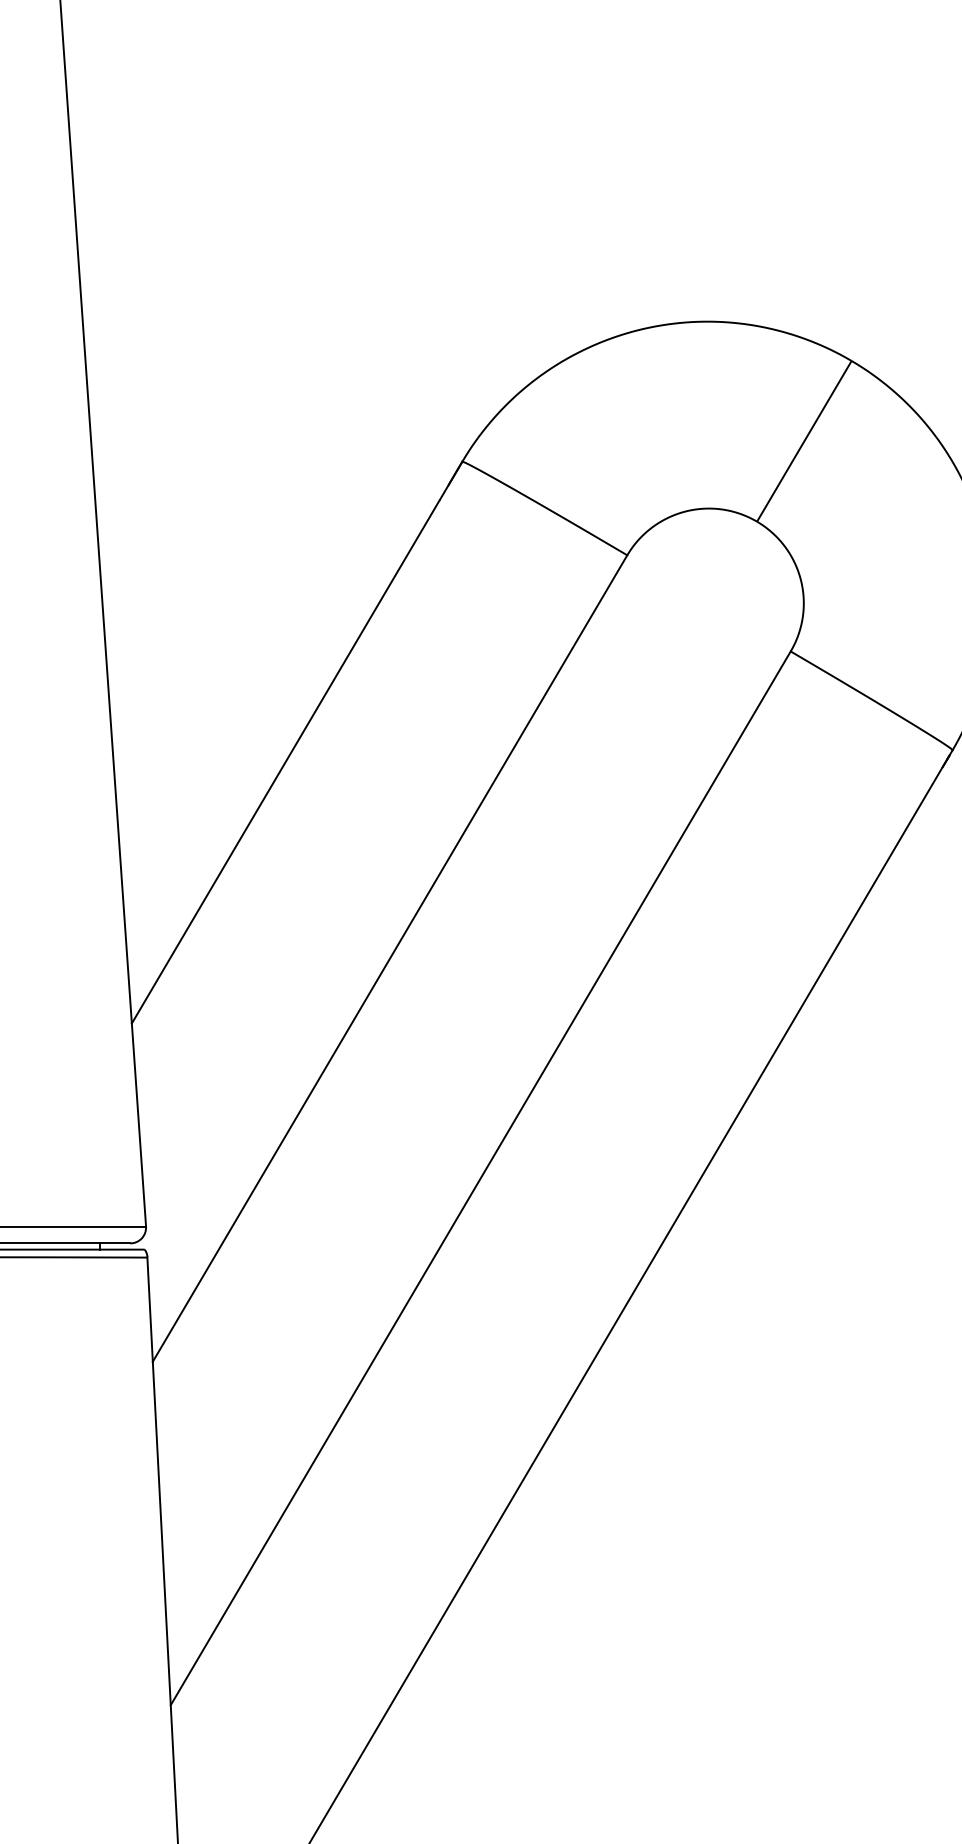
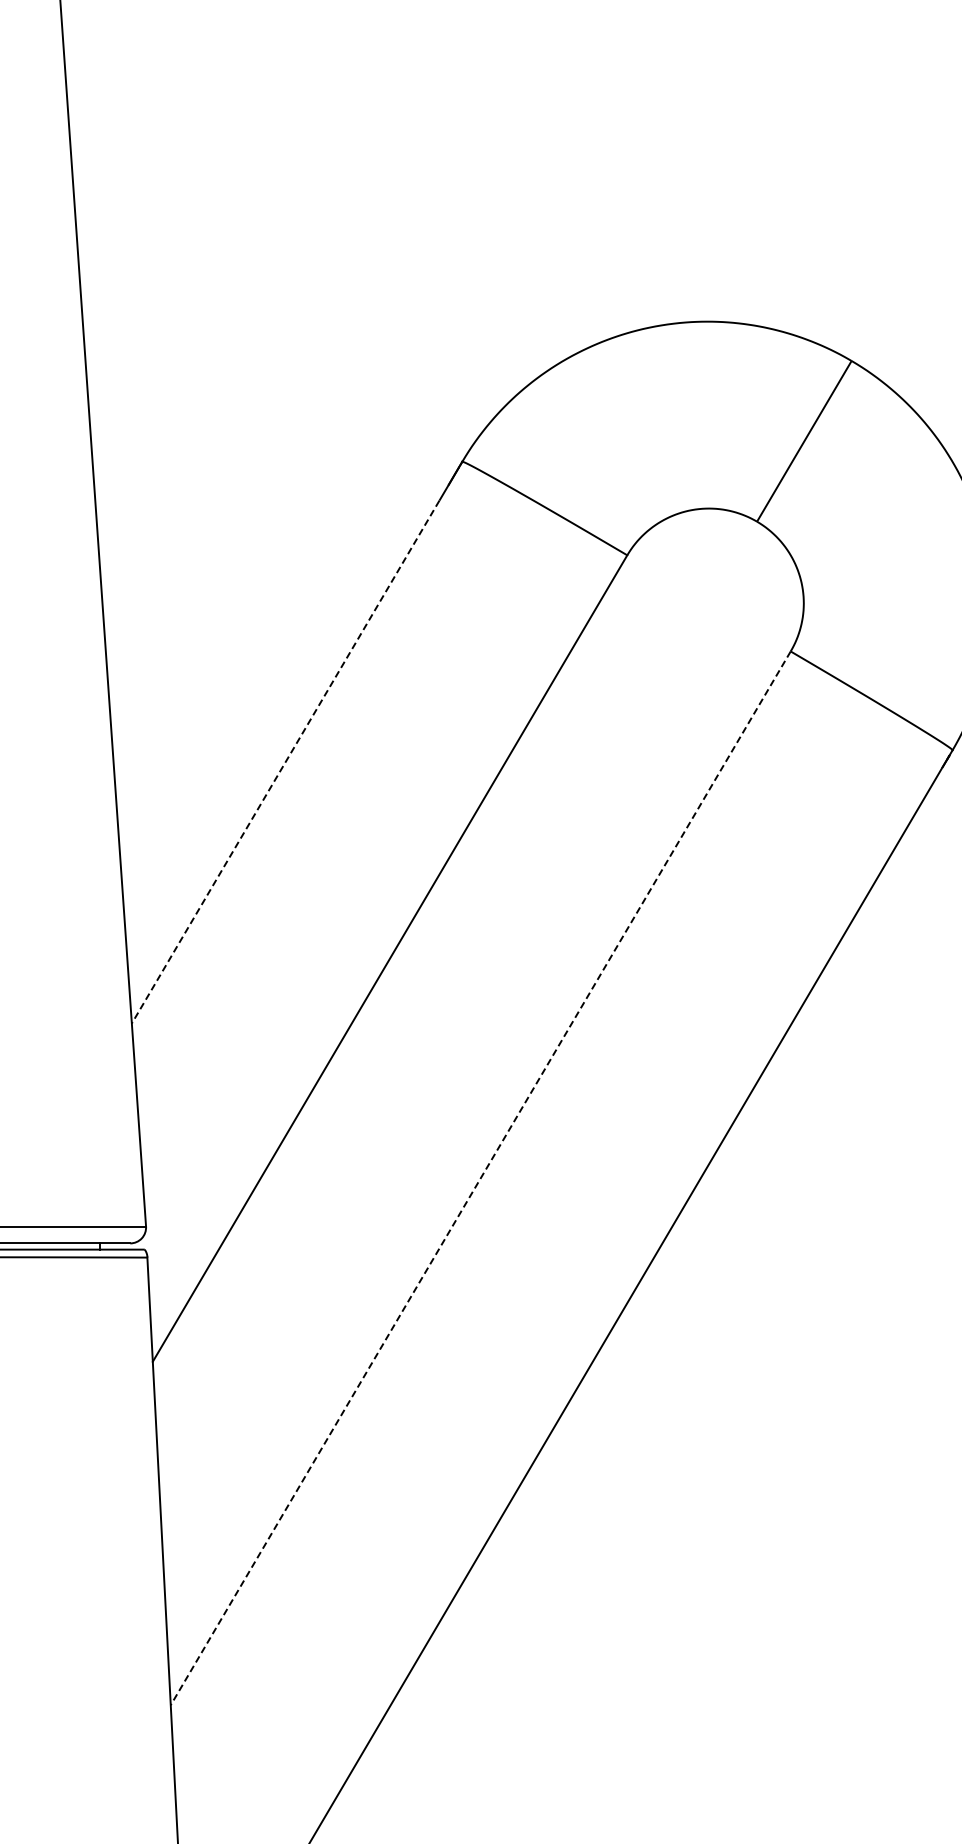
line at (285, 762): solid -> dashed
line at (480, 1178): solid -> dashed
